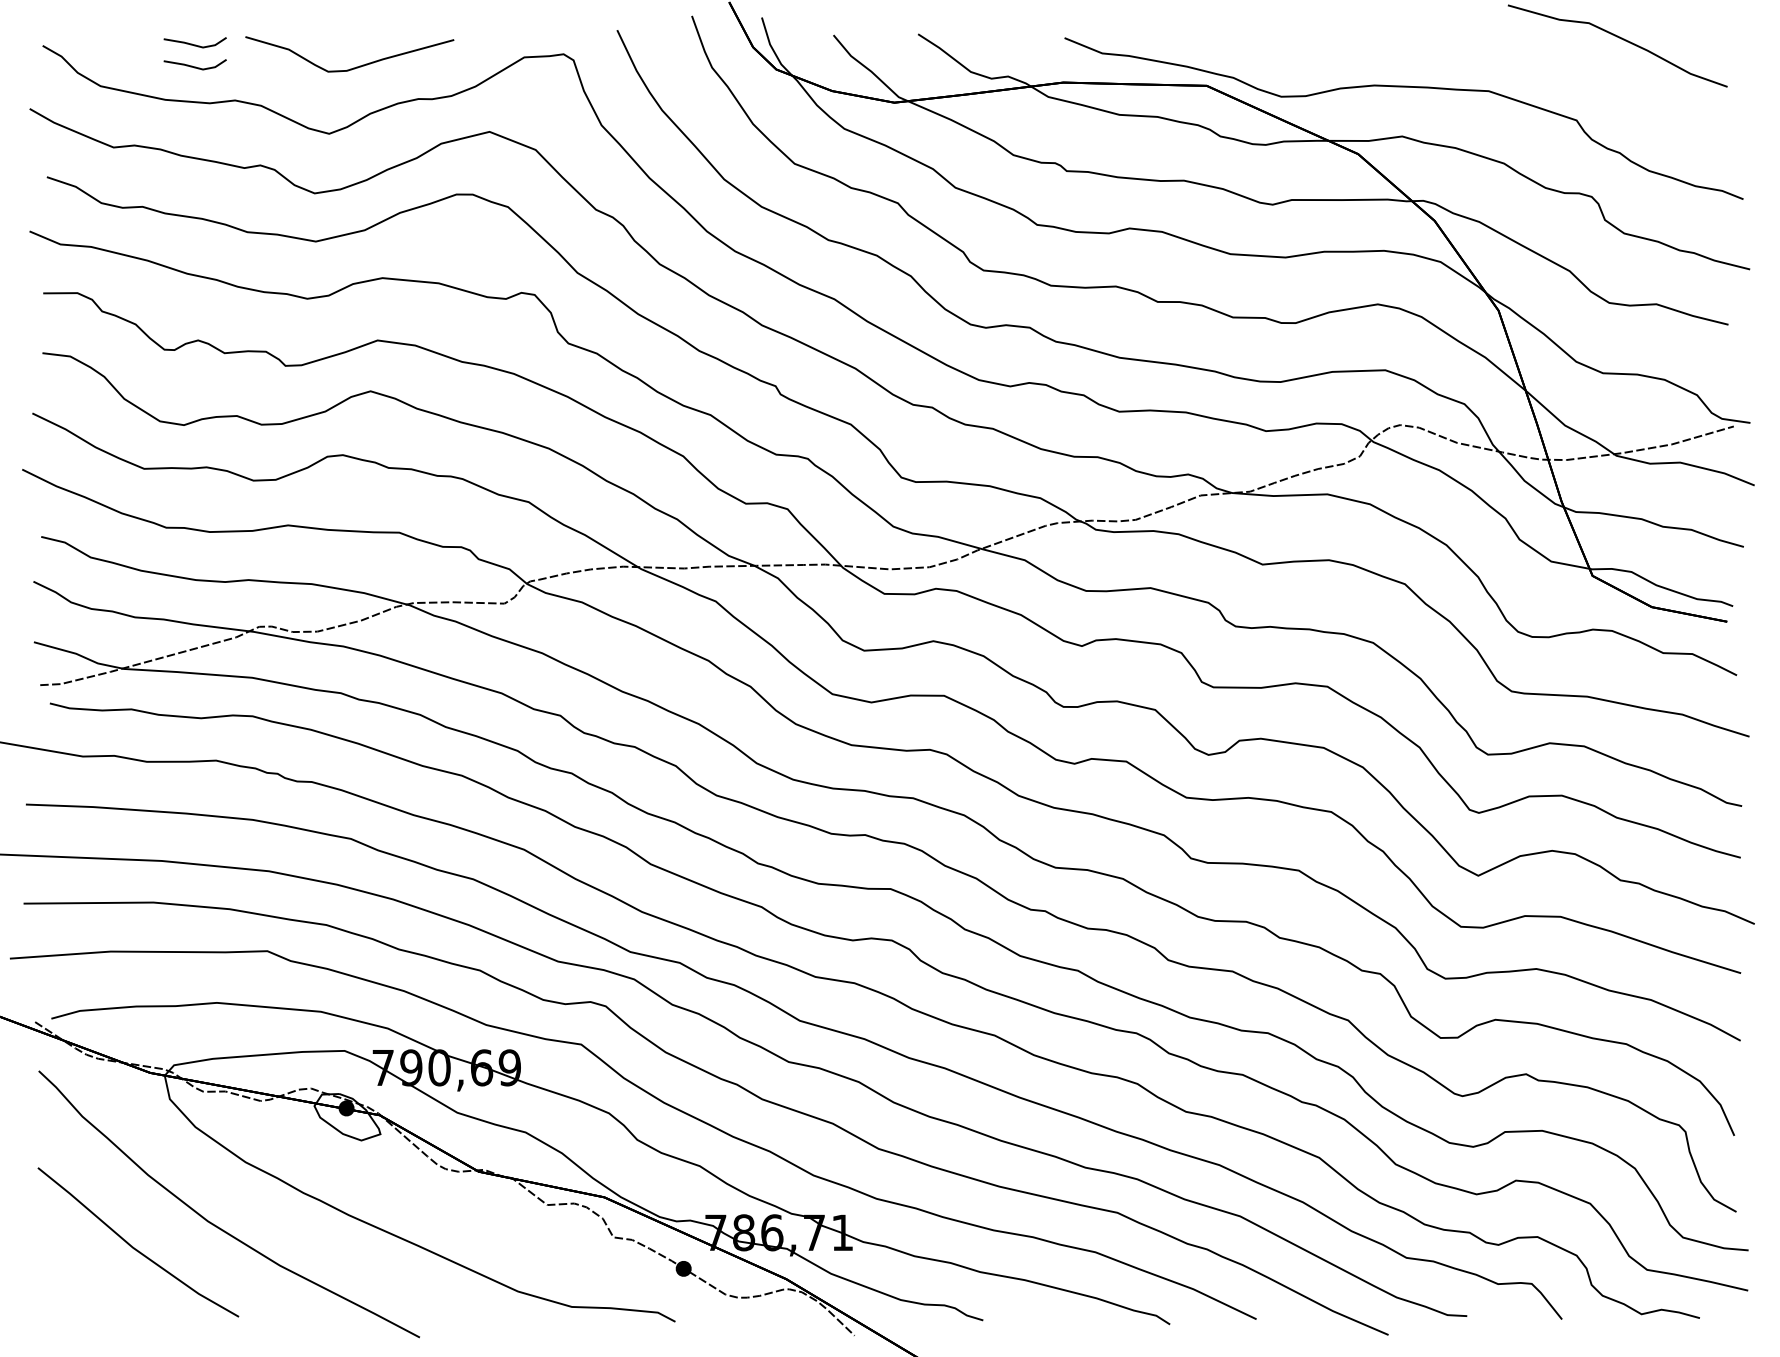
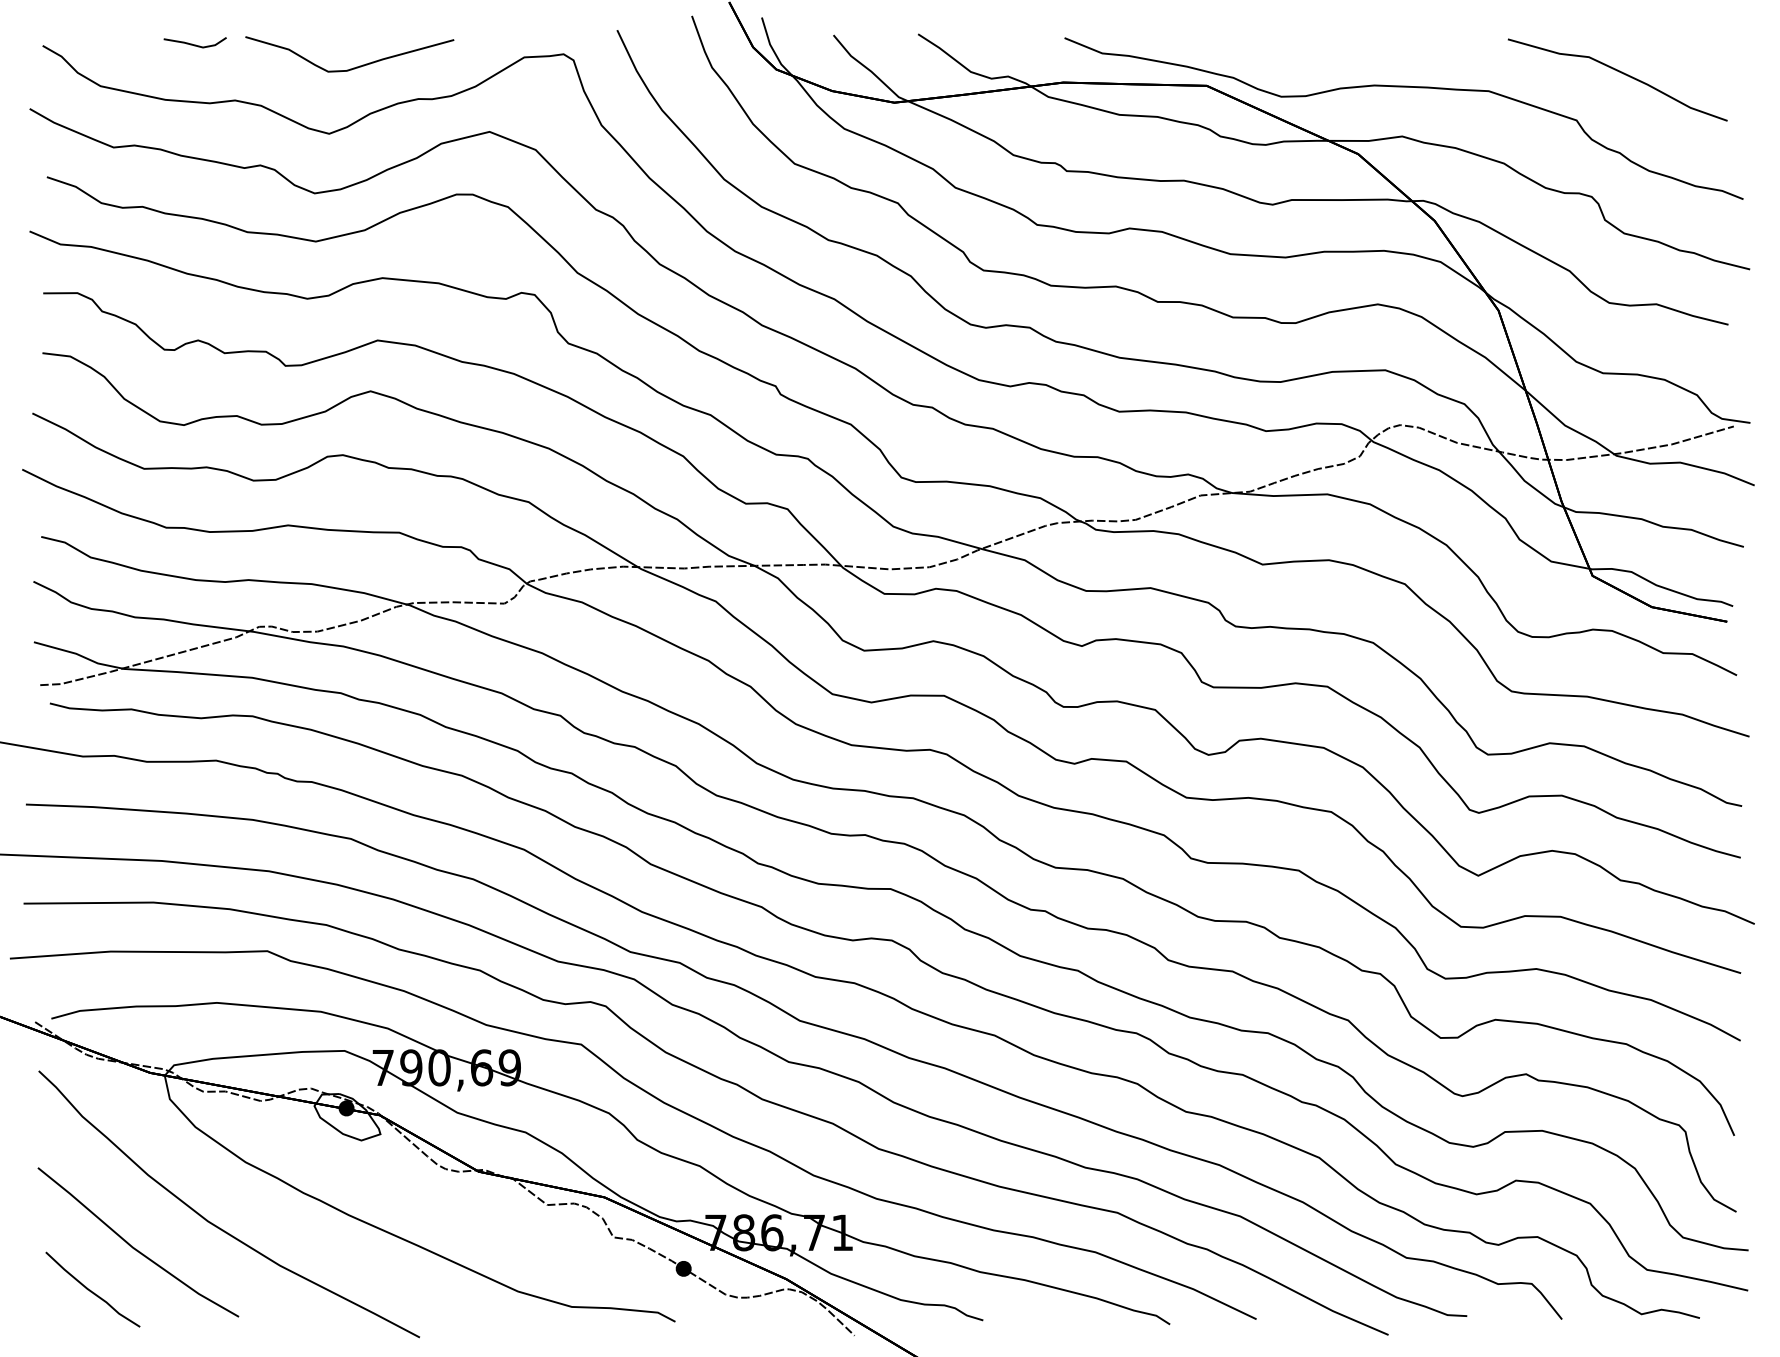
curve at (1621, 39) position: (1621, 39) -> (1621, 73)
line at (194, 66): present -> none
curve at (91, 1290): none -> present
